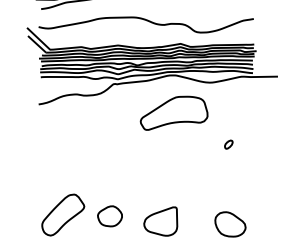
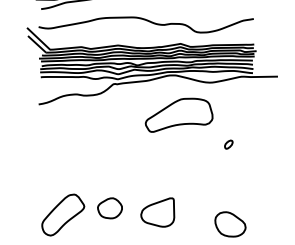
part at (173, 112) position: (173, 112) -> (178, 114)
part at (109, 216) position: (109, 216) -> (109, 208)
part at (160, 221) position: (160, 221) -> (157, 212)
